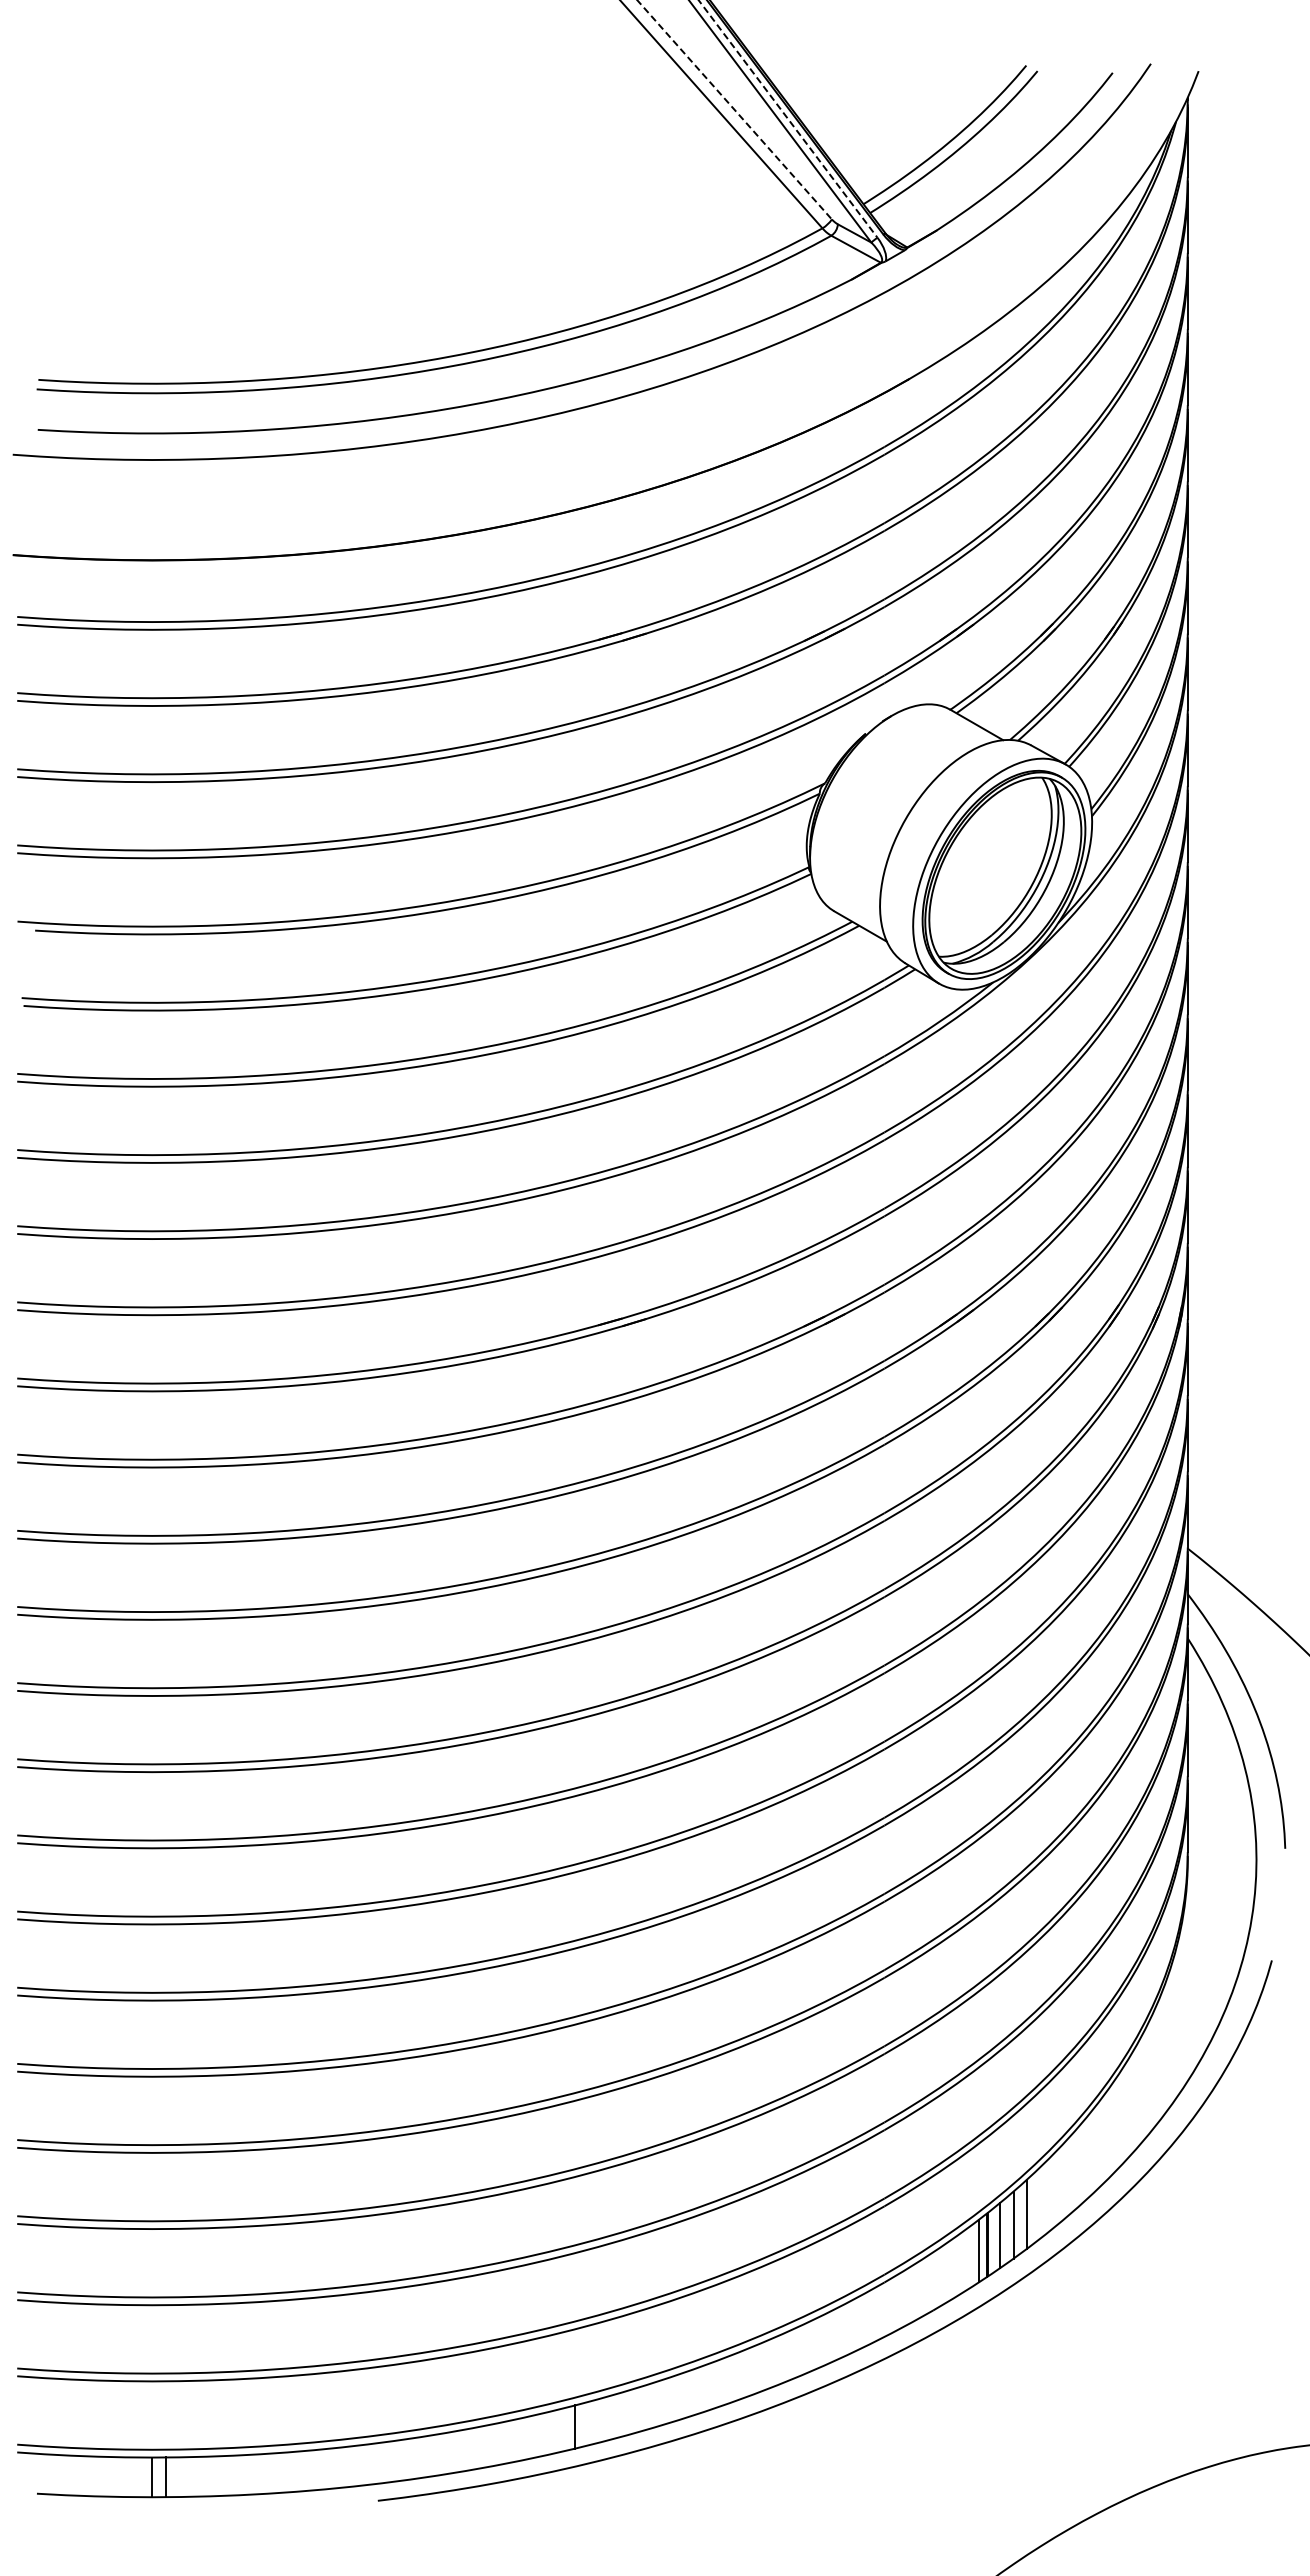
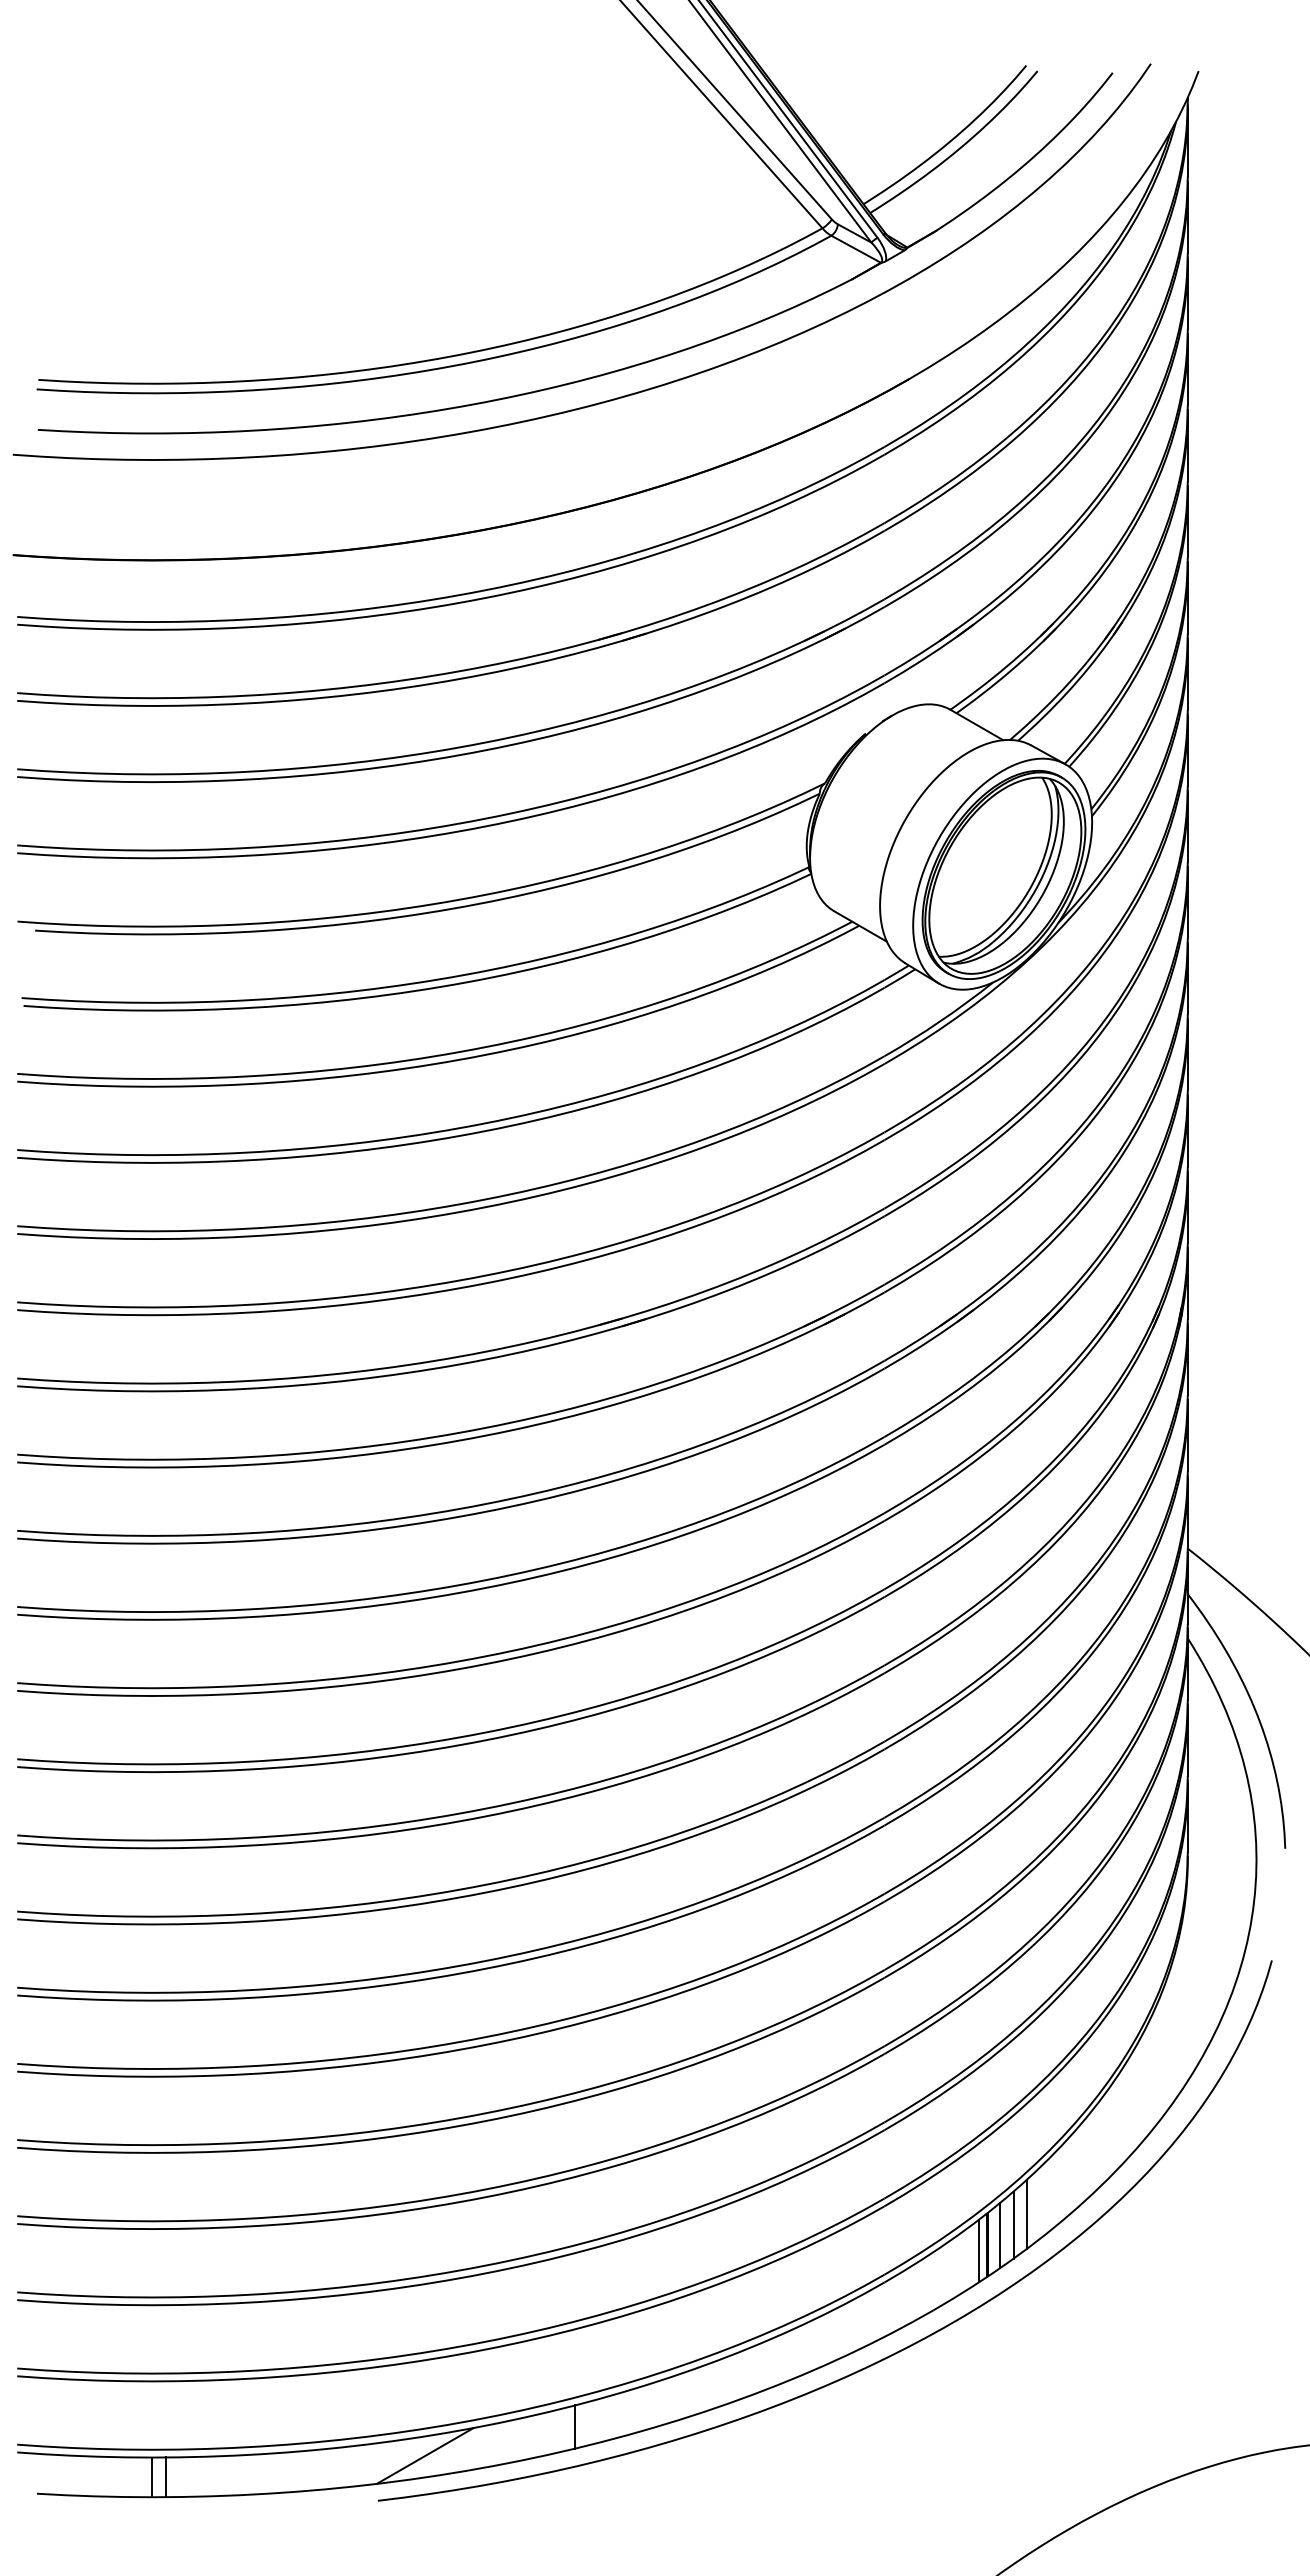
line at (734, 109): dashed -> solid
line at (788, 119): dashed -> solid
line at (424, 2455): none -> present
